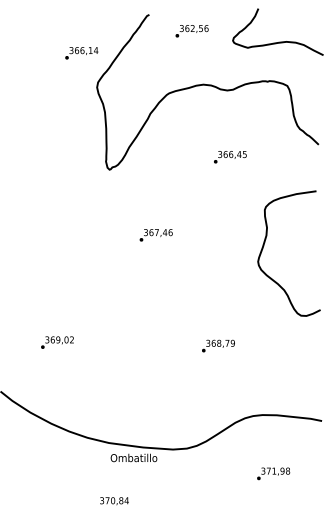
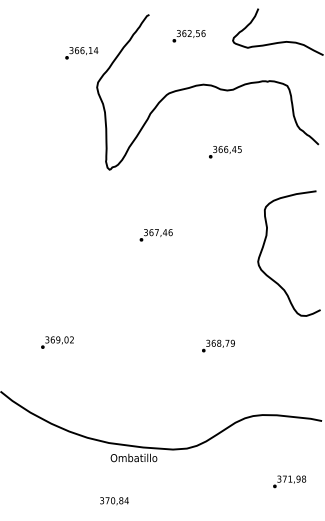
text at (191, 31) position: (191, 31) -> (188, 36)
text at (230, 157) position: (230, 157) -> (225, 152)
text at (273, 473) position: (273, 473) -> (289, 481)
